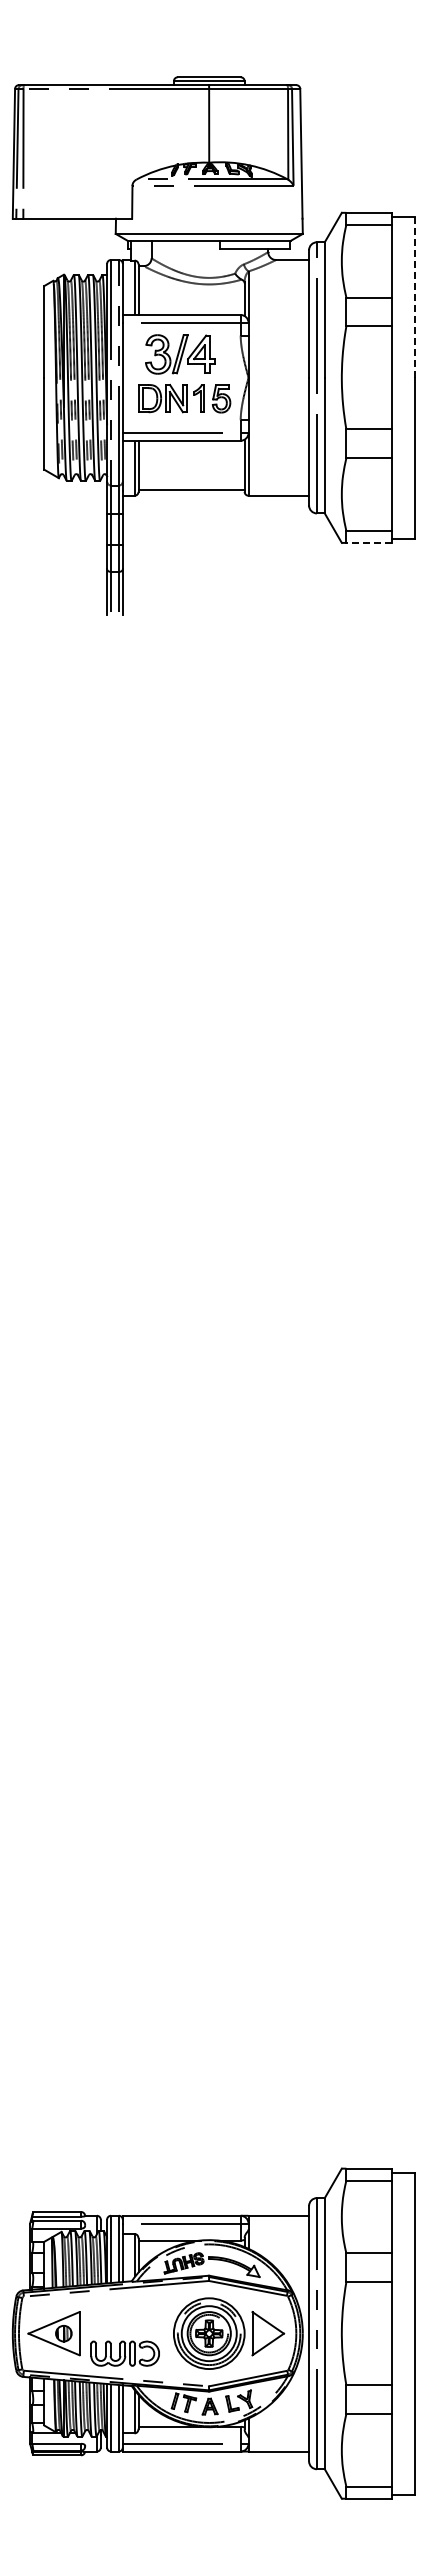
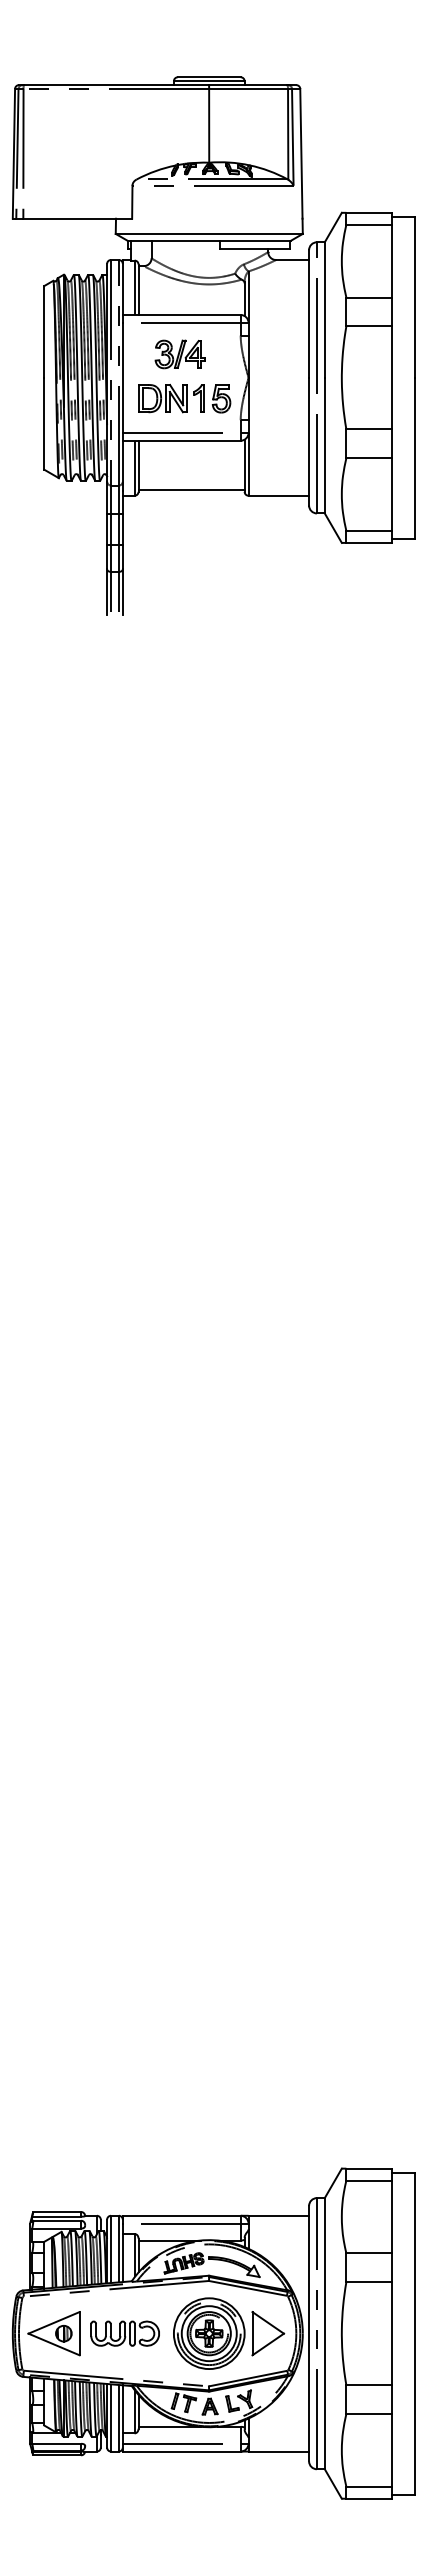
line at (415, 297): dashed -> solid
part at (180, 354) size: 71x41 px -> 52x31 px
line at (368, 542): dashed -> solid
part at (124, 2353) position: (124, 2353) -> (124, 2333)
